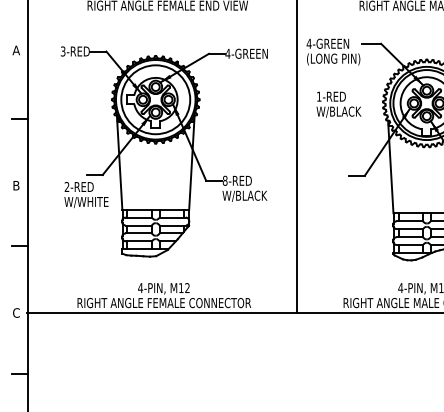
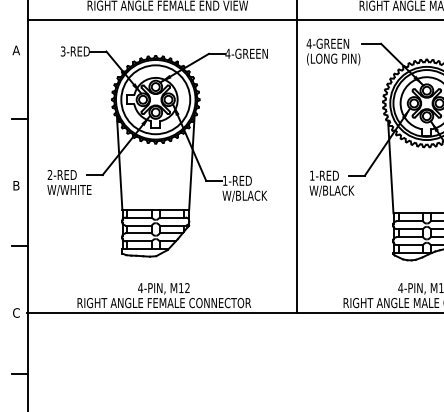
line at (233, 20): none -> present
text at (338, 104) position: (338, 104) -> (331, 183)
text at (224, 180): 8-RED -> 1-RED
text at (86, 194) position: (86, 194) -> (69, 182)
